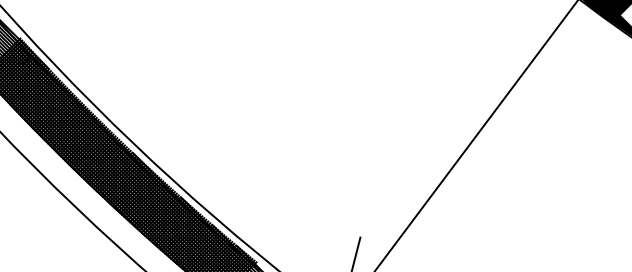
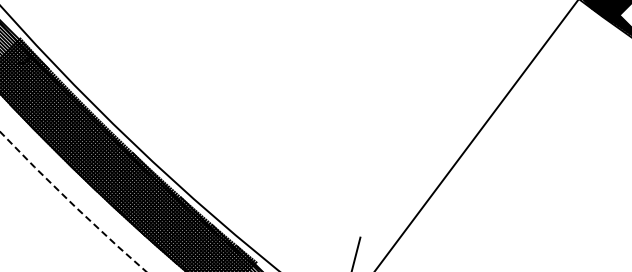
circle at (73, 201): solid -> dashed
